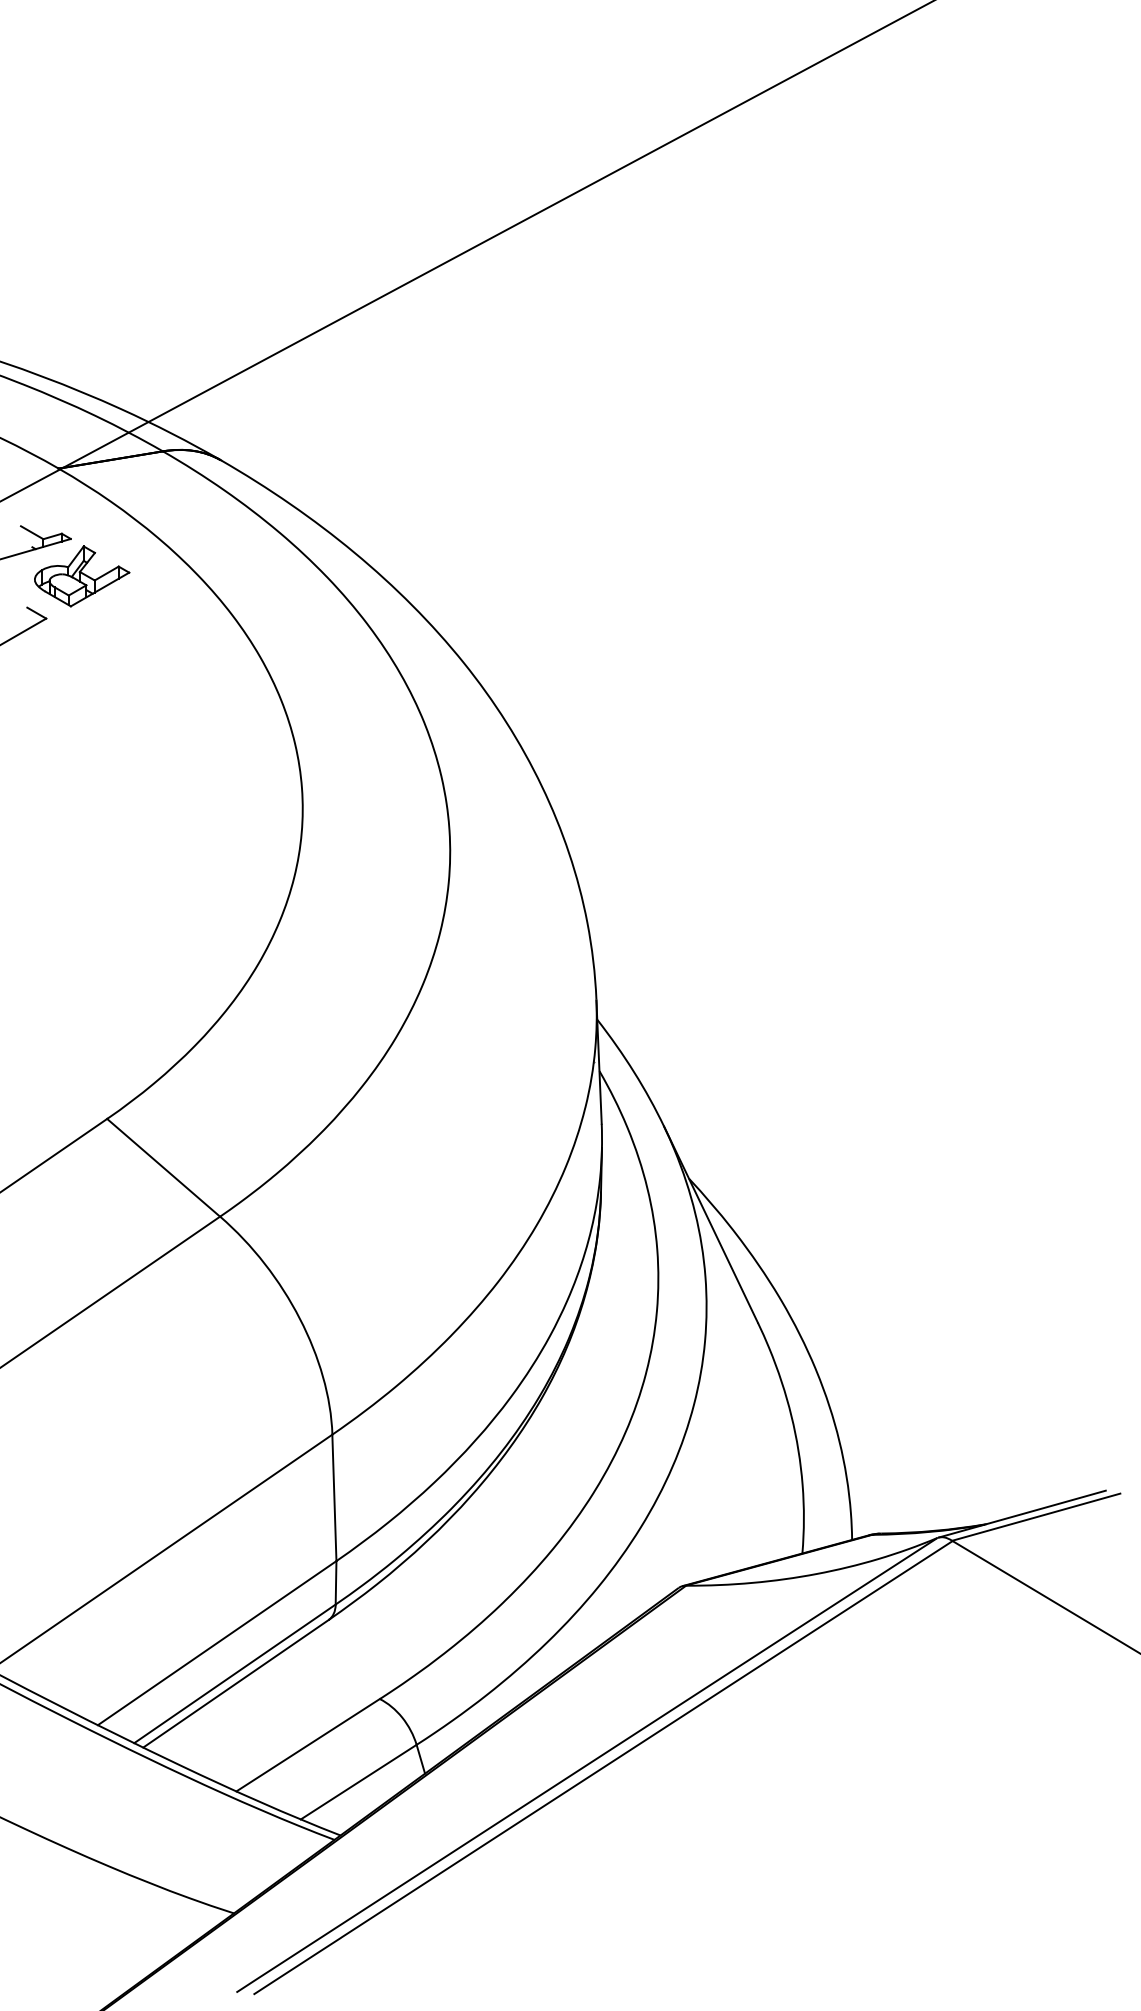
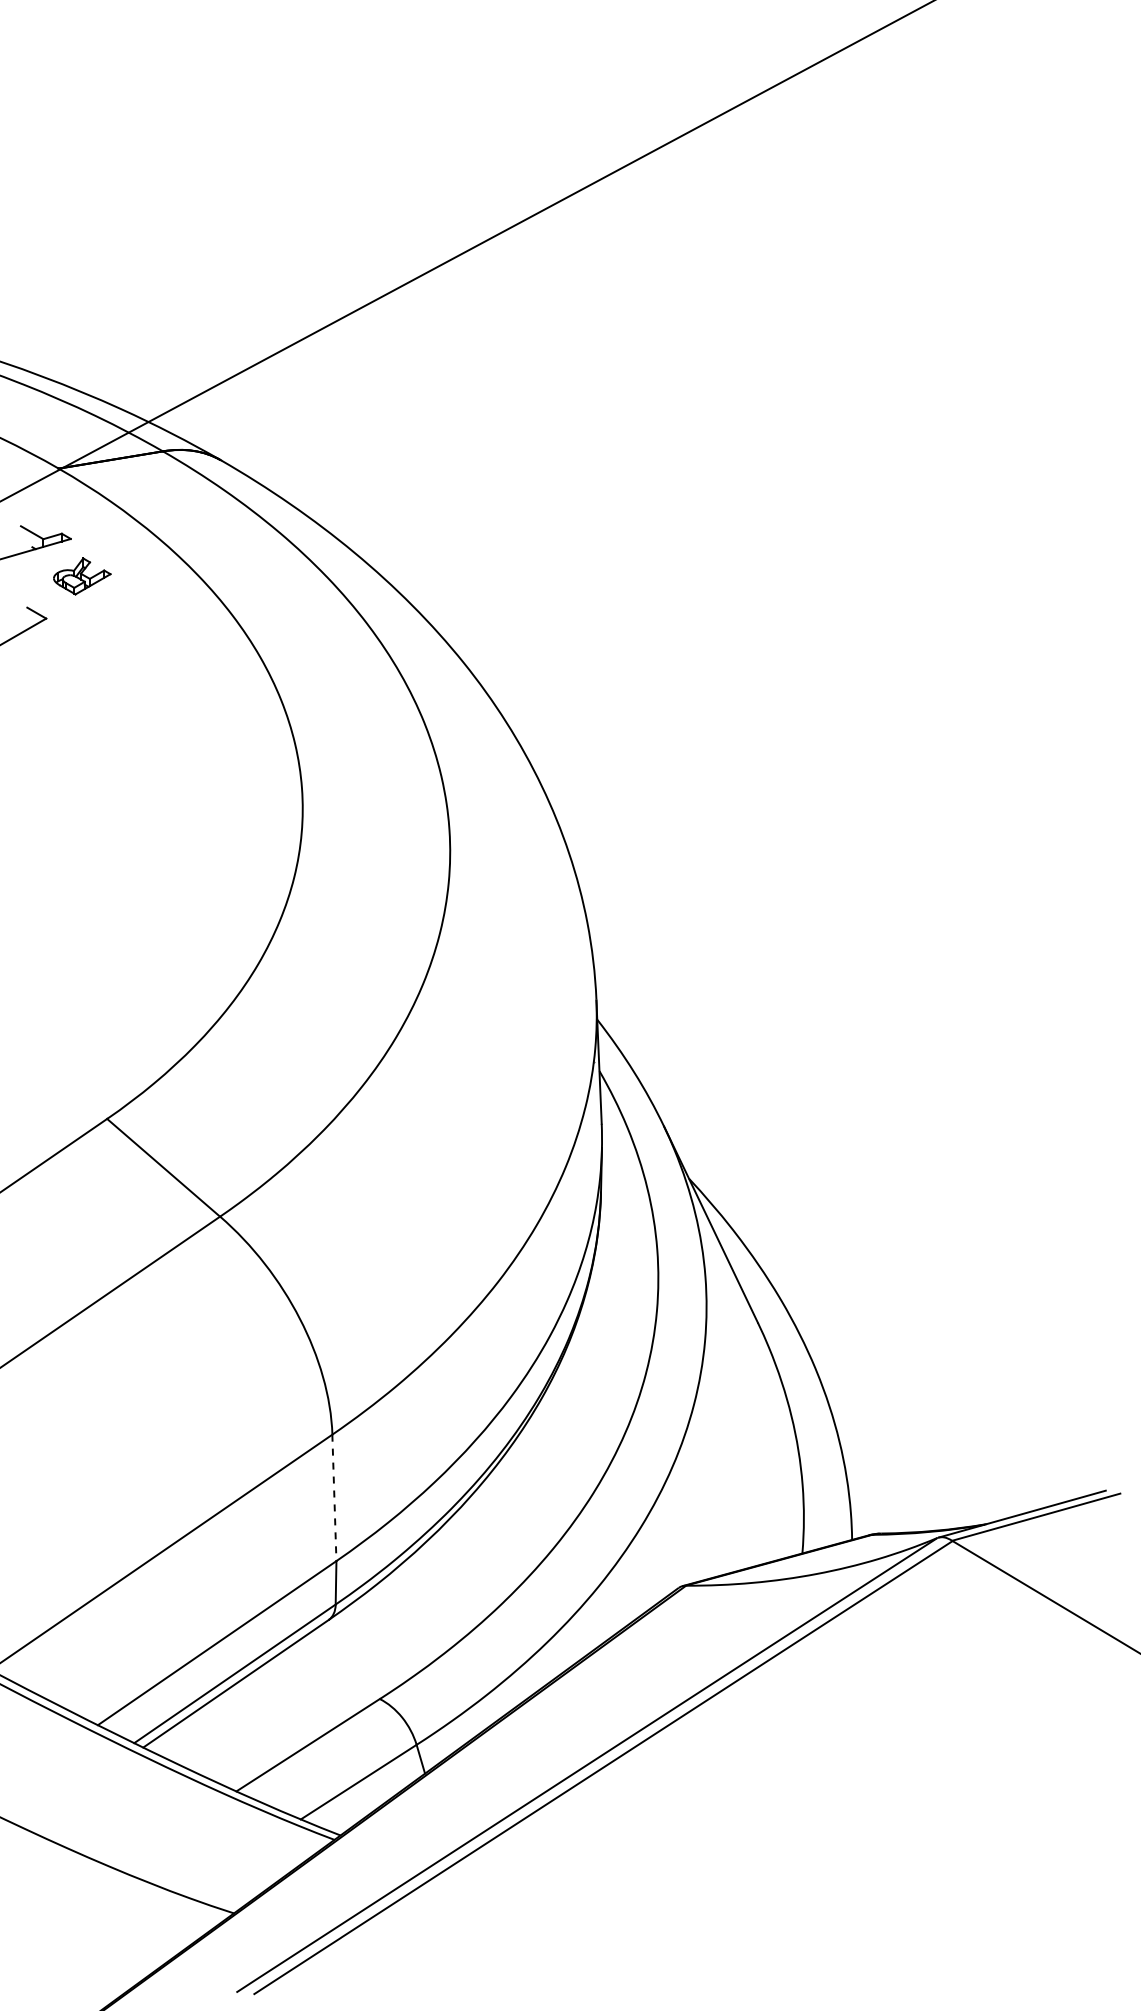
part at (82, 576) size: 97x63 px -> 59x39 px
line at (334, 1498): solid -> dashed
